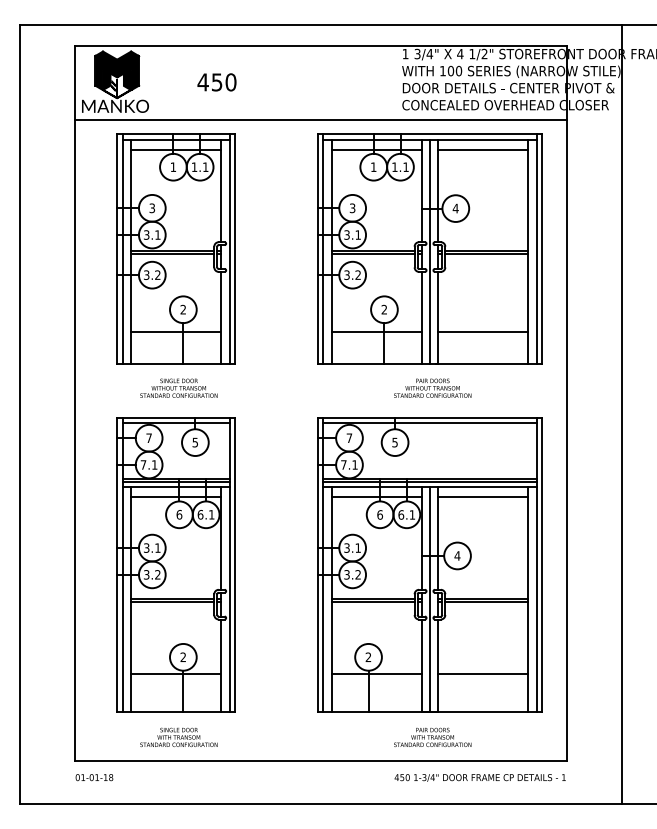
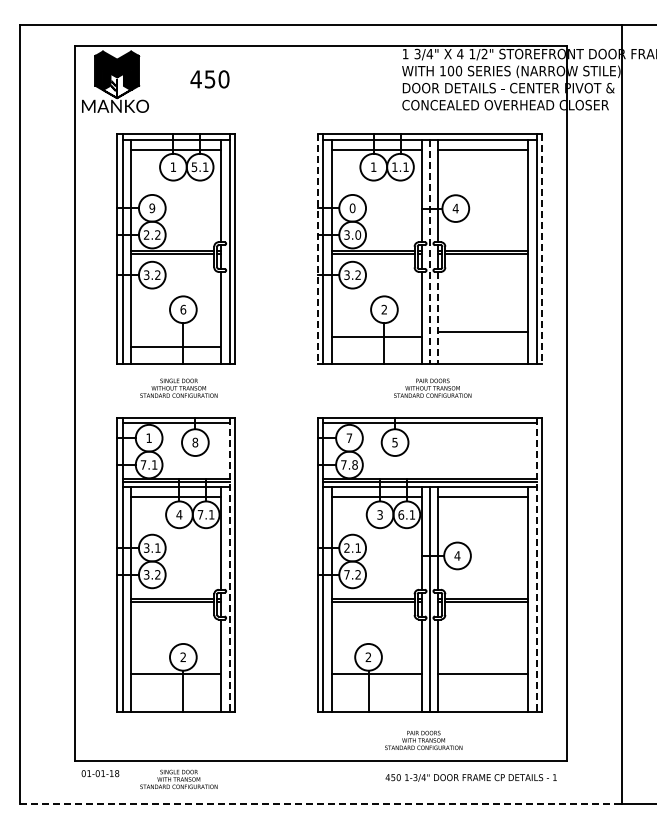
text at (216, 82) position: (216, 82) -> (209, 79)
line at (320, 120): present -> none
text at (194, 167): 1.1 -> 5.1
text at (152, 207): 3 -> 9
text at (352, 208): 3 -> 0
text at (152, 234): 3.1 -> 2.2
text at (358, 234): 3.1 -> 3.0
line at (317, 249): solid -> dashed
line at (542, 249): solid -> dashed
line at (429, 252): solid -> dashed
text at (183, 309): 2 -> 6
line at (438, 318): solid -> dashed
line at (175, 331) position: (175, 331) -> (175, 346)
line at (376, 331) position: (376, 331) -> (376, 336)
text at (148, 437): 7 -> 1
text at (195, 442): 5 -> 8
text at (354, 464): 7.1 -> 7.8
text at (179, 514): 6 -> 4
text at (200, 514): 6.1 -> 7.1
text at (380, 514): 6 -> 3
text at (346, 547): 3.1 -> 2.1
line at (229, 564): solid -> dashed
line at (536, 564): solid -> dashed
text at (346, 574): 3.2 -> 7.2
text at (178, 736) position: (178, 736) -> (178, 778)
text at (432, 736) position: (432, 736) -> (423, 739)
text at (94, 777) position: (94, 777) -> (100, 773)
text at (479, 777) position: (479, 777) -> (470, 777)
line at (321, 804): solid -> dashed
